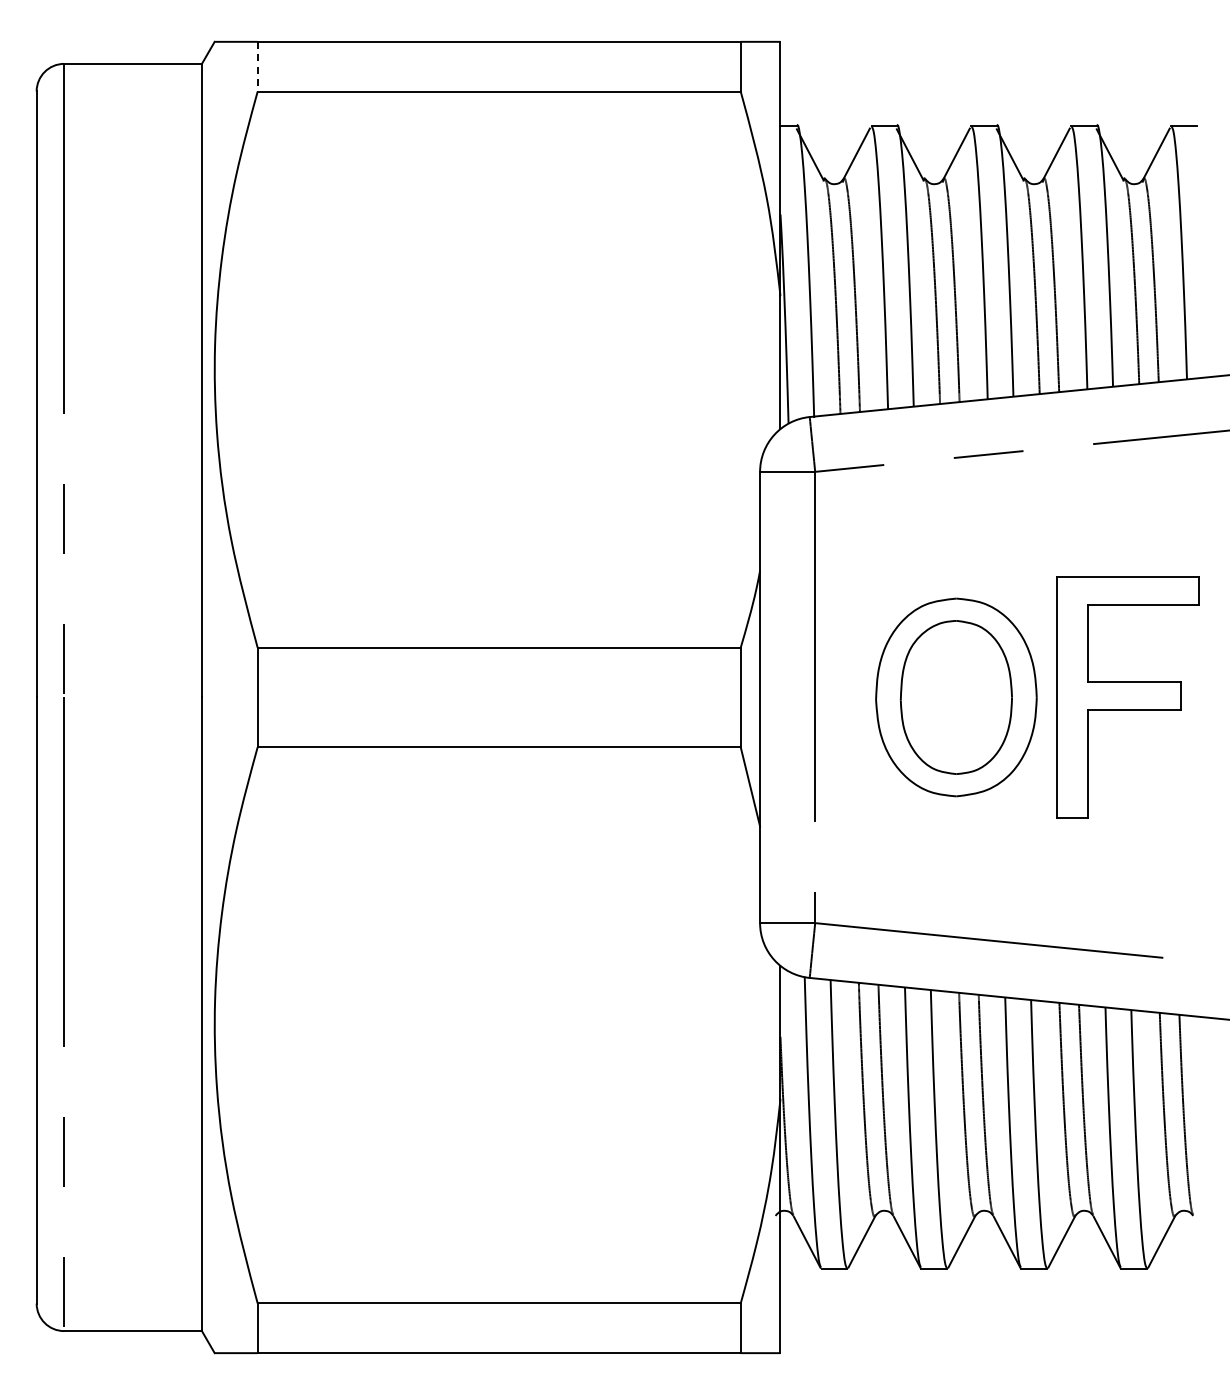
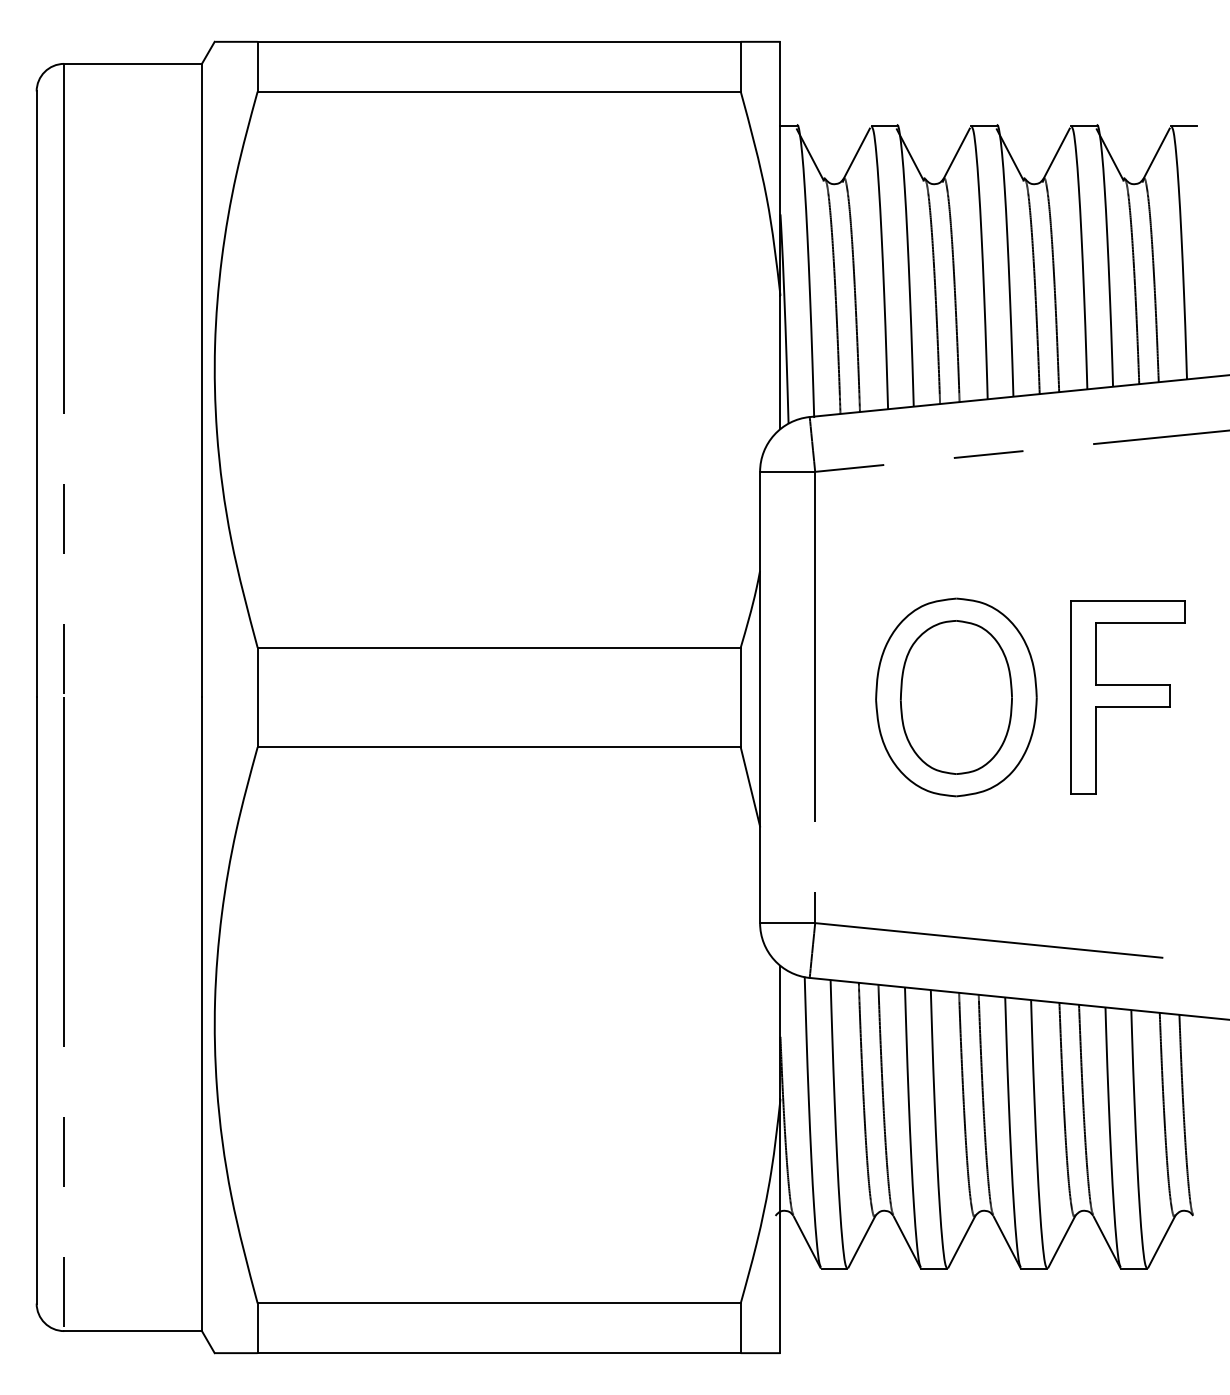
line at (257, 66): dashed -> solid
part at (1127, 697) size: 144x243 px -> 116x195 px
